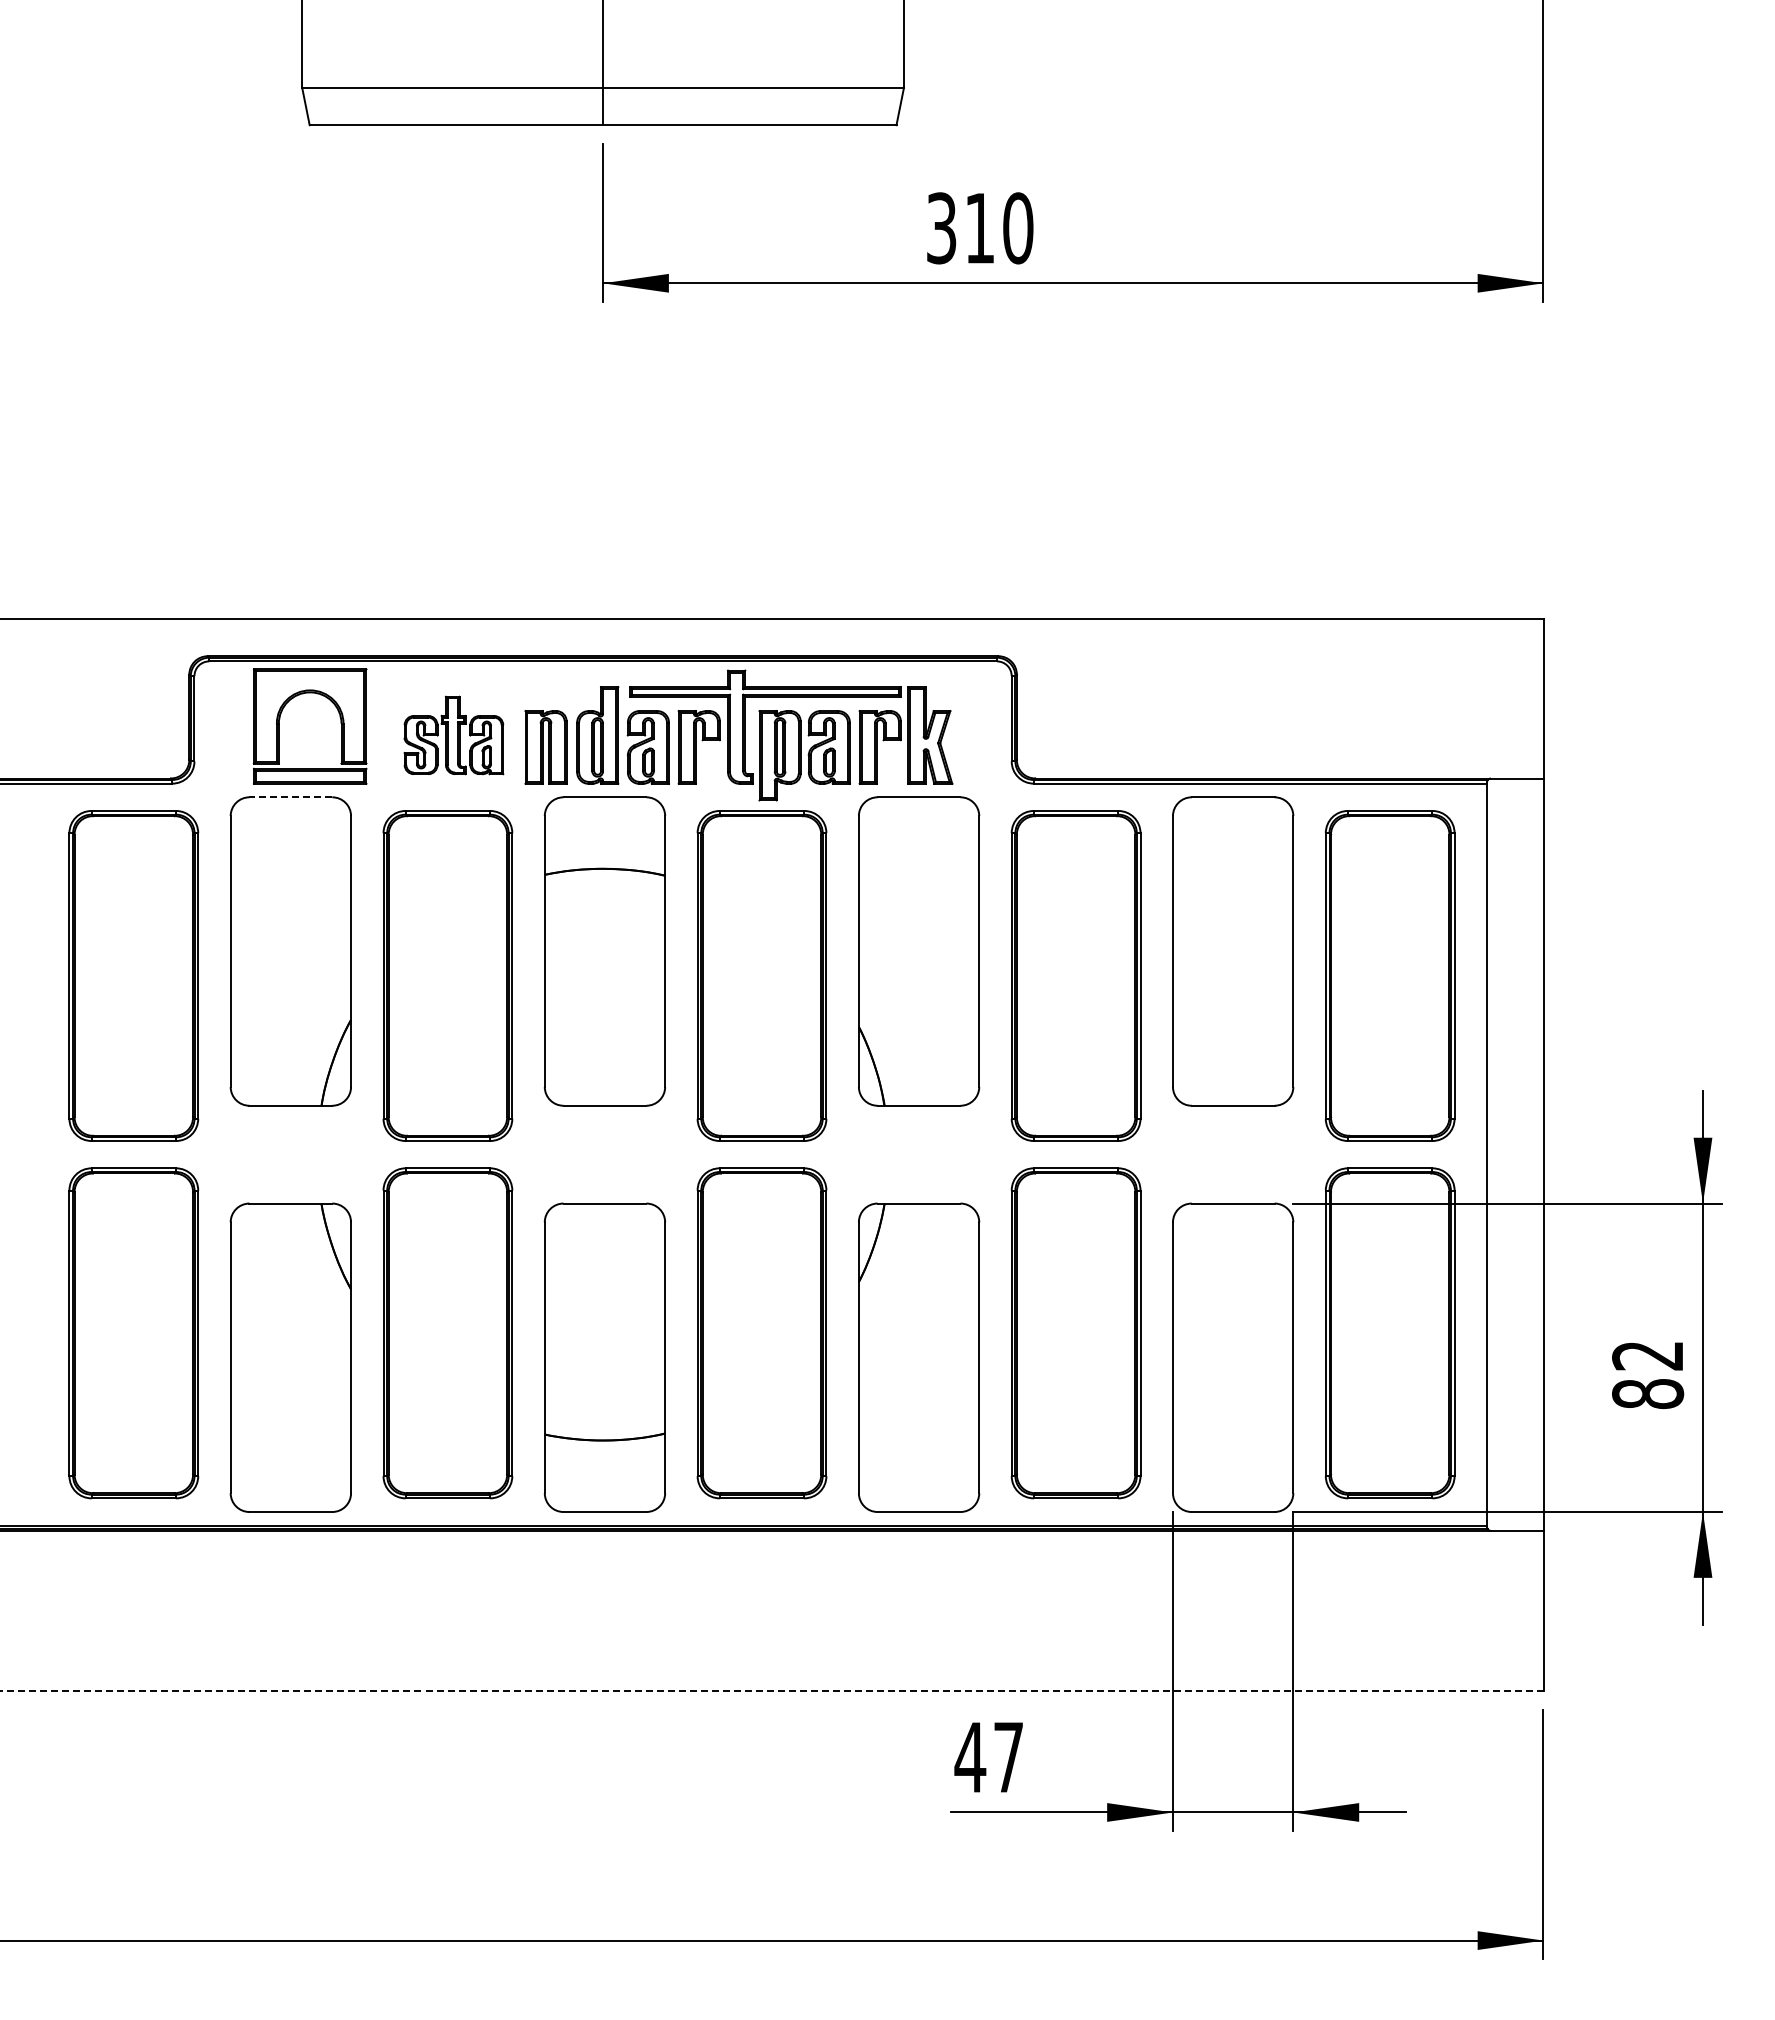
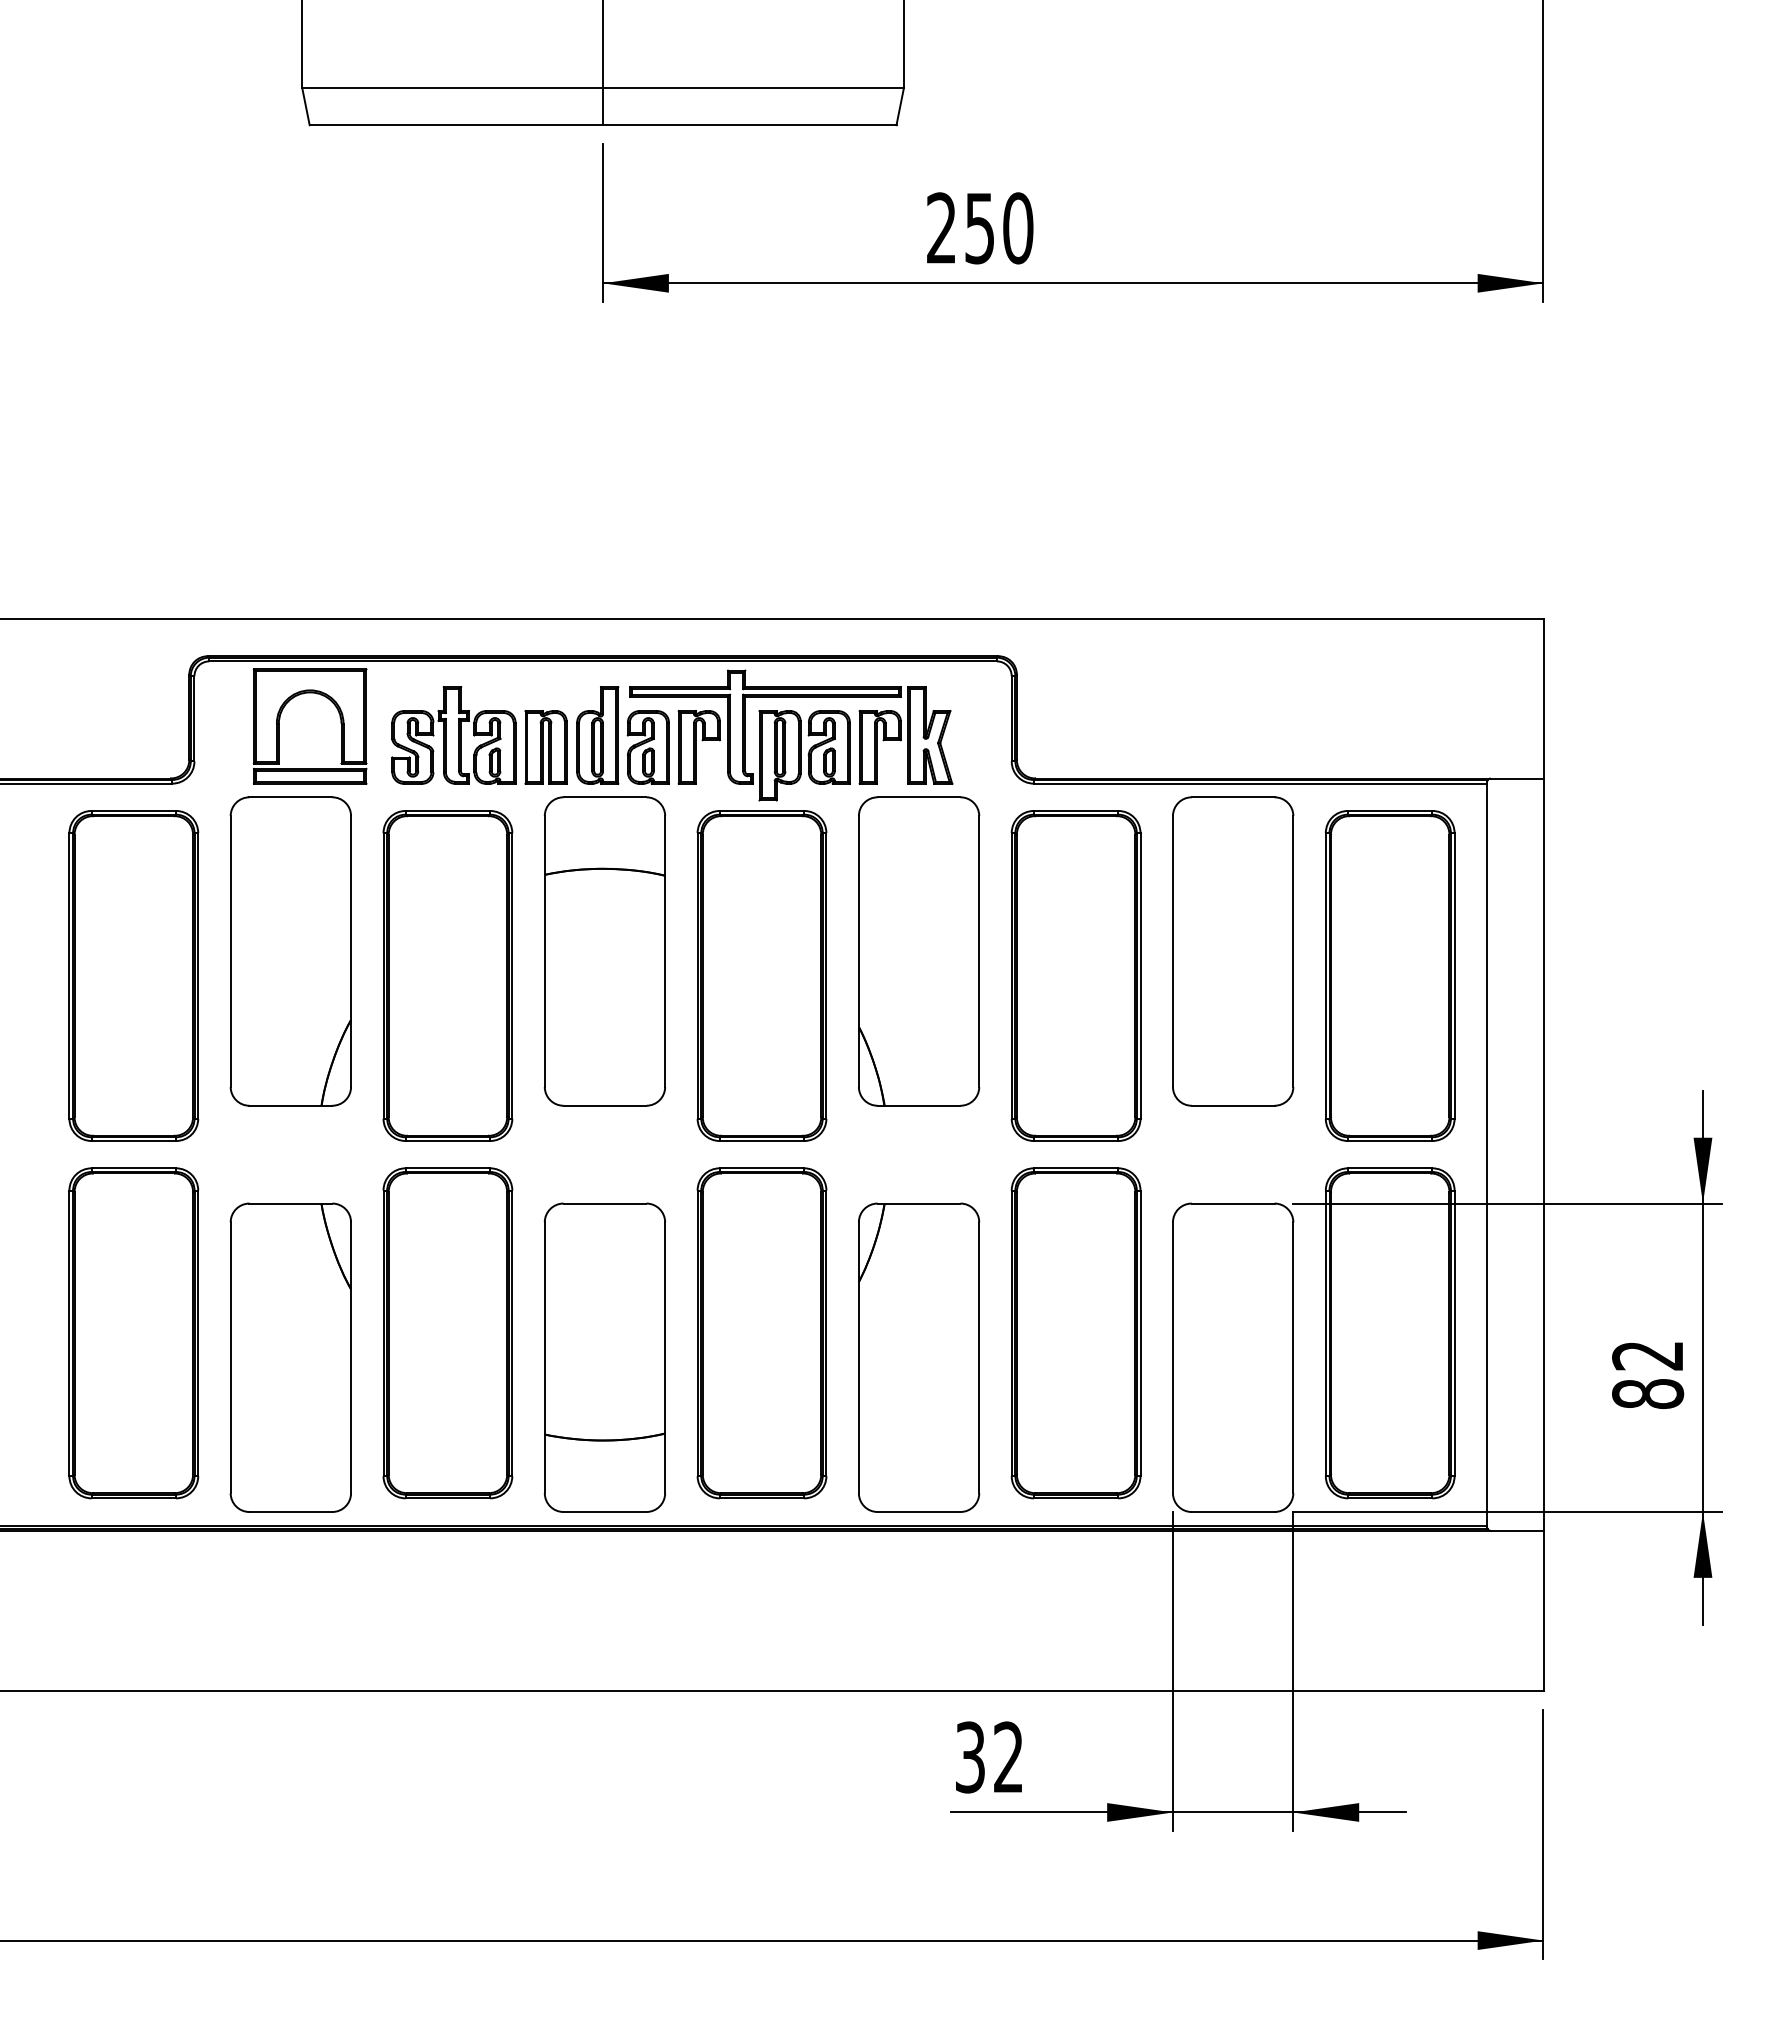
text at (960, 228): 310 -> 250
part at (453, 735) size: 102x81 px -> 126x99 px
line at (290, 797): dashed -> solid
line at (771, 1690): dashed -> solid
text at (988, 1757): 47 -> 32
